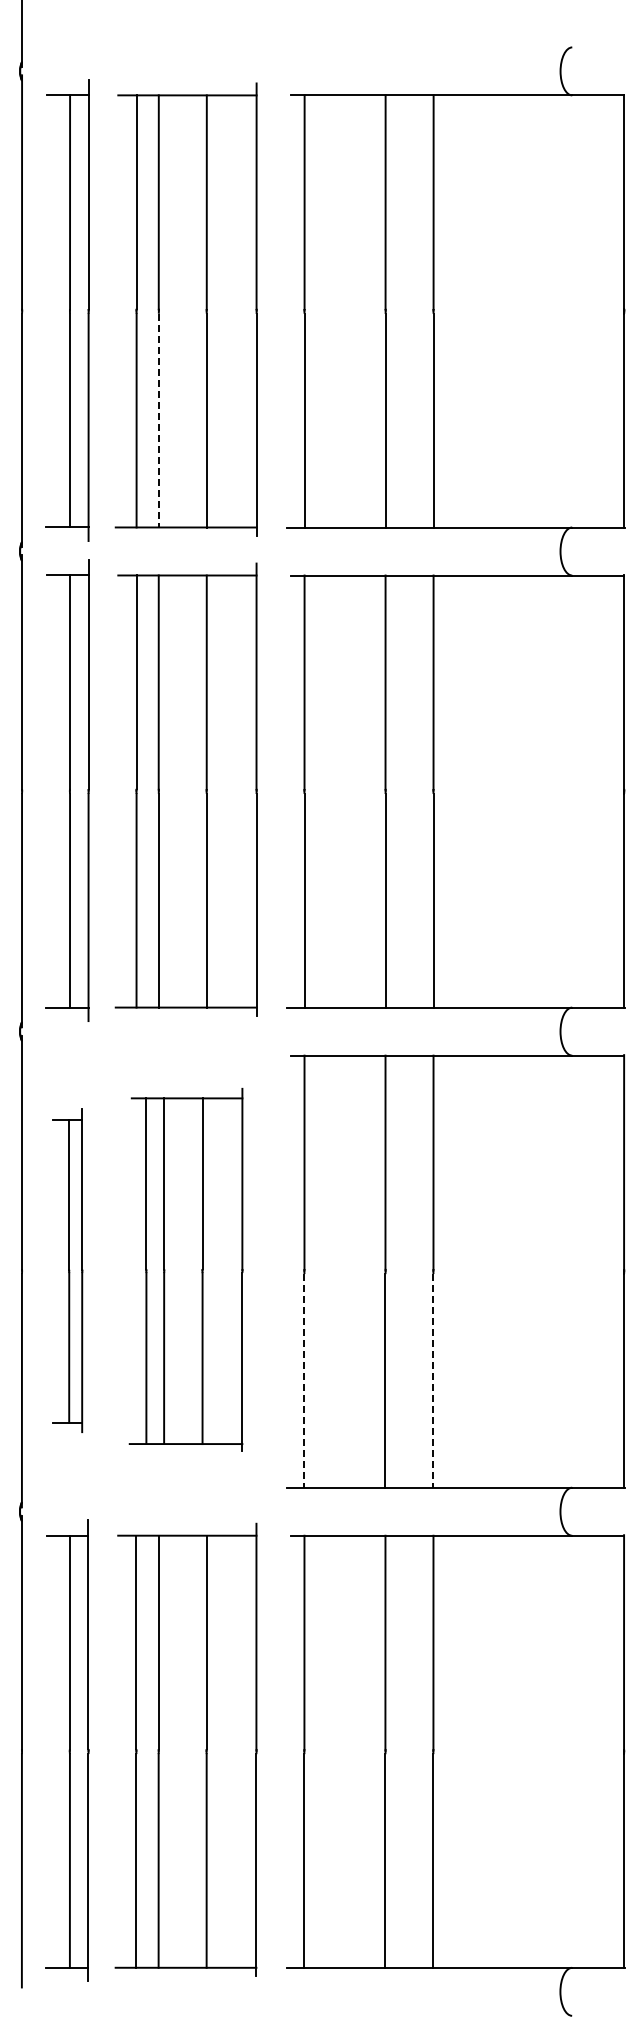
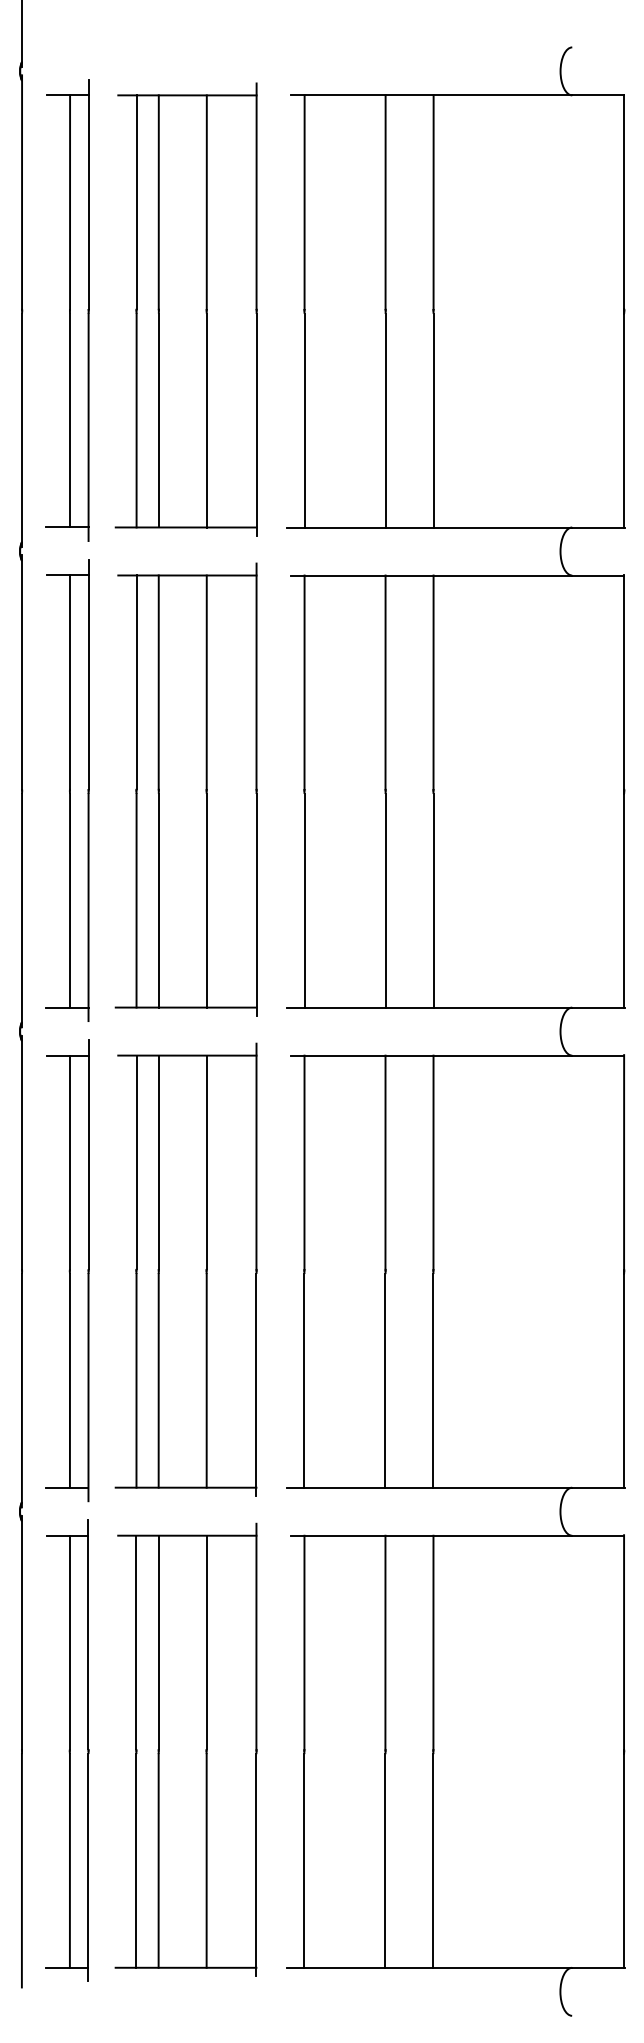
line at (158, 420): dashed -> solid
part at (185, 1269) size: 116x365 px -> 144x455 px
part at (67, 1270) size: 32x325 px -> 45x464 px
line at (304, 1380): dashed -> solid
line at (433, 1380): dashed -> solid
